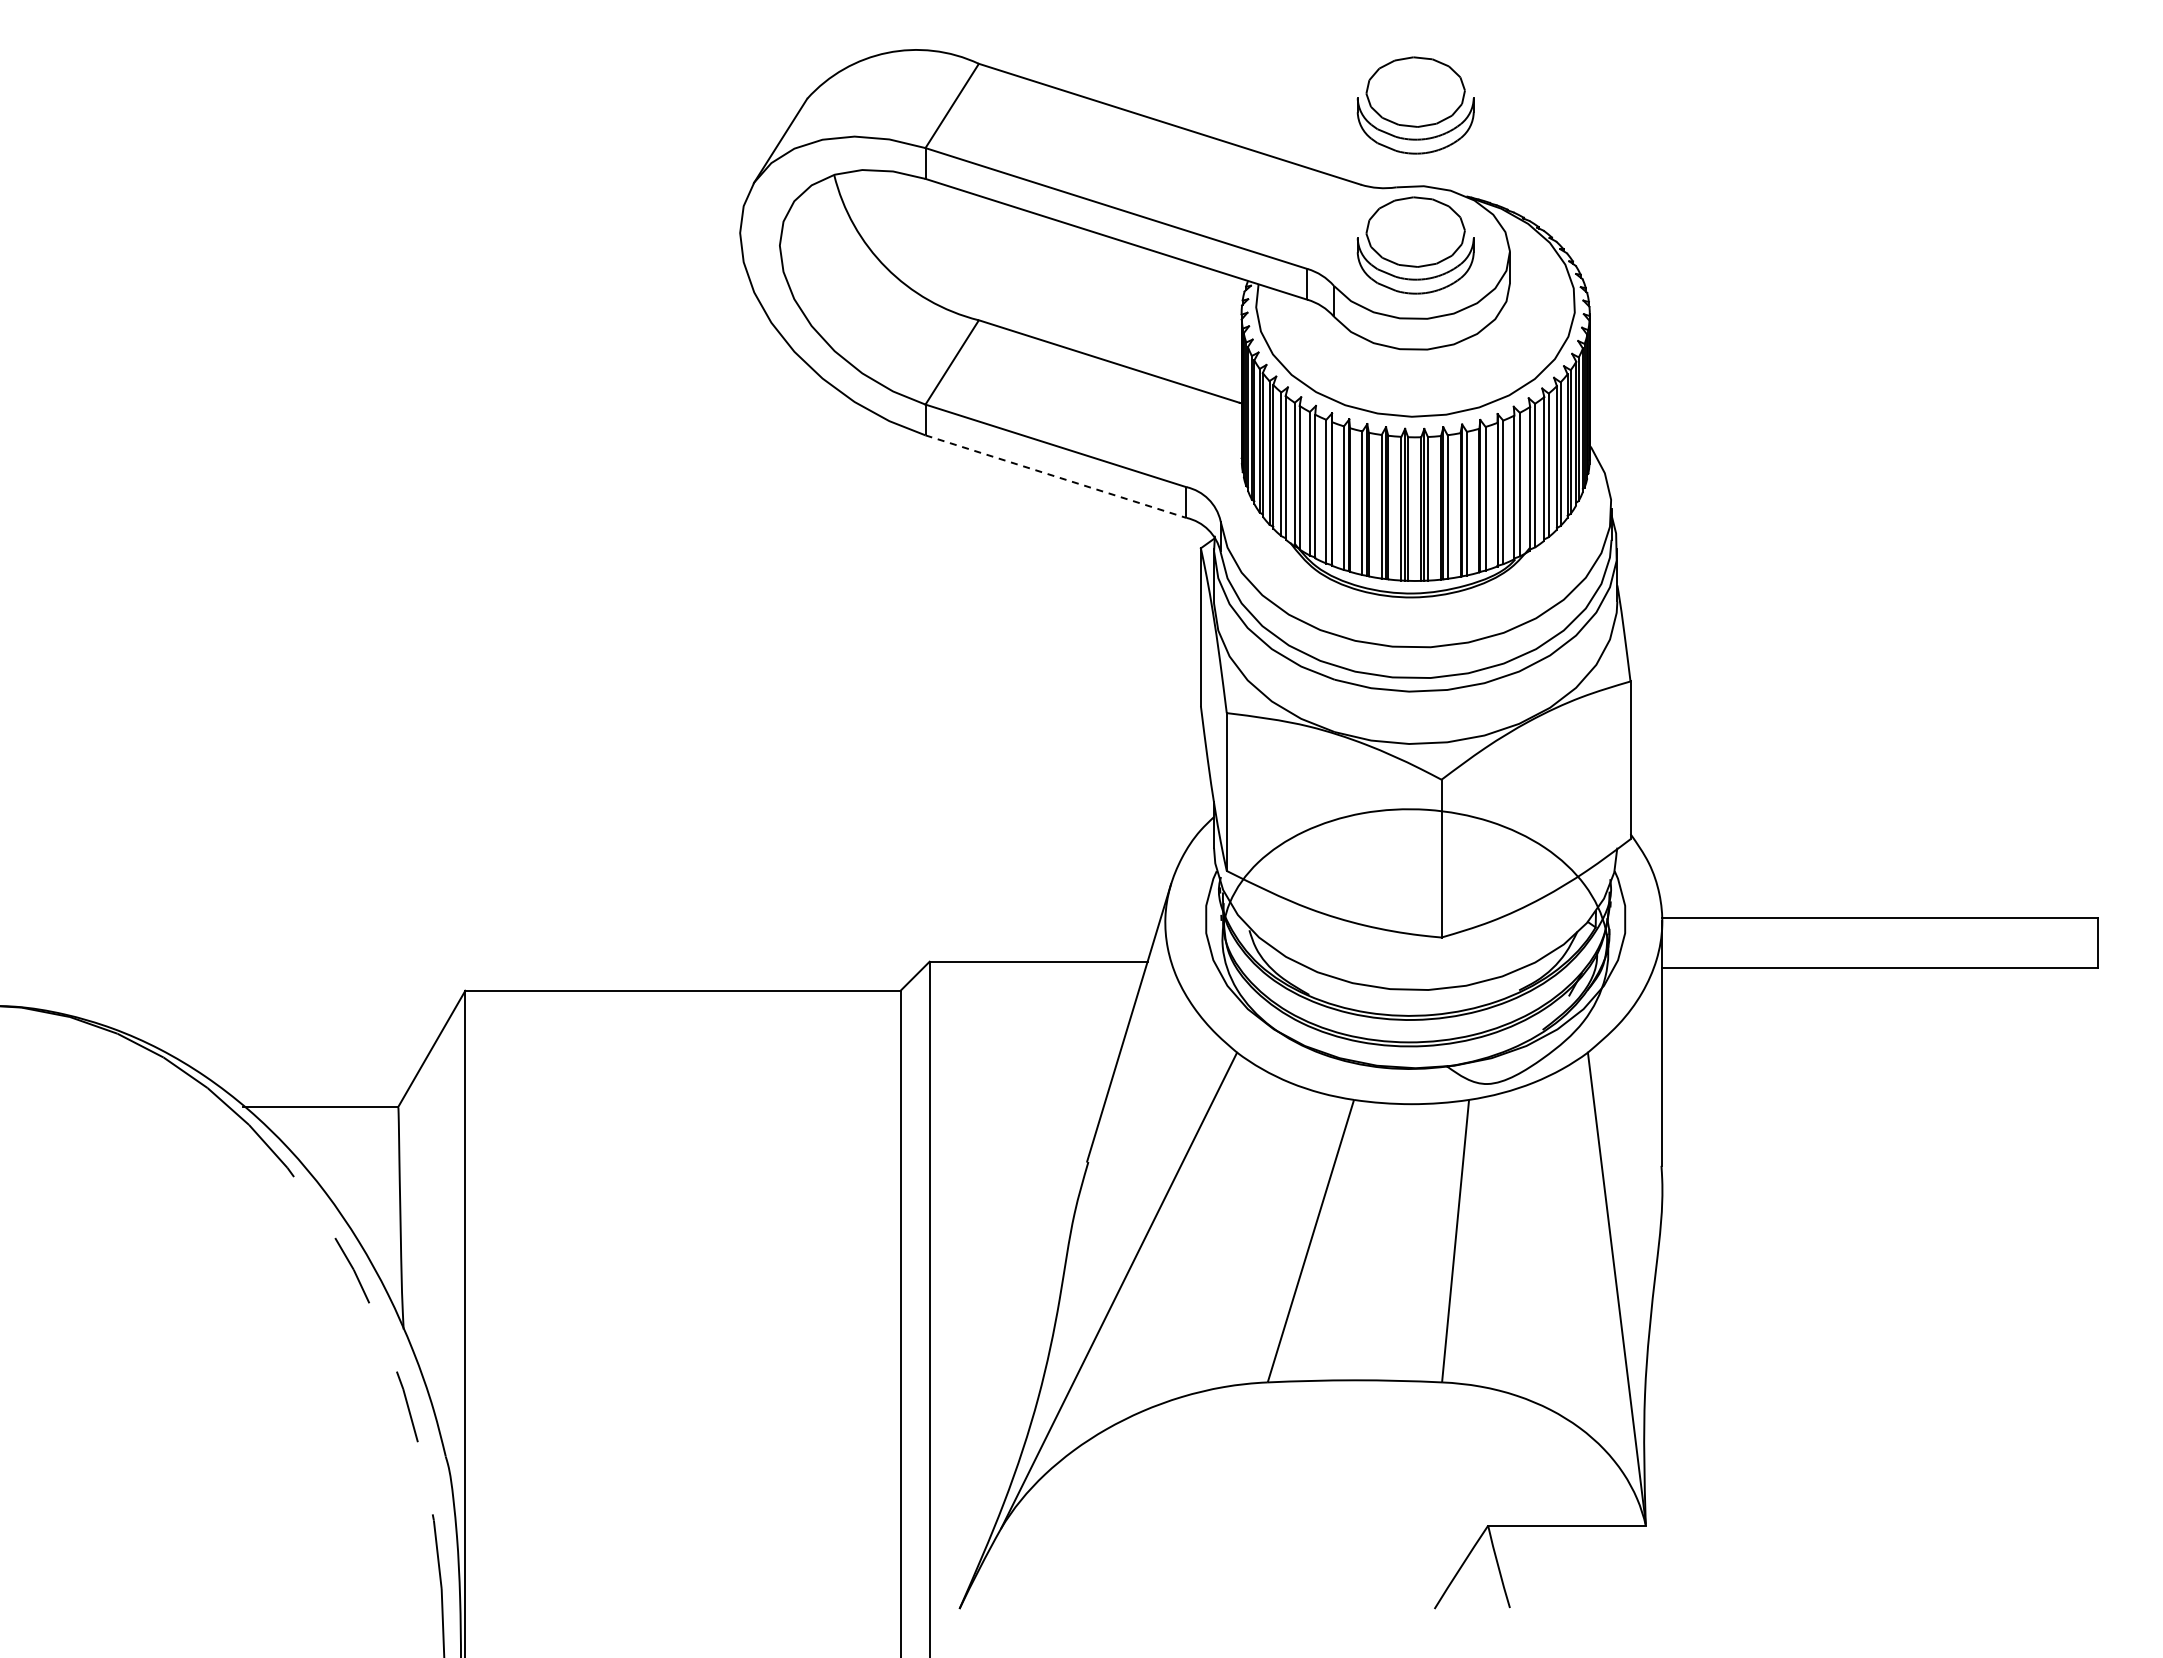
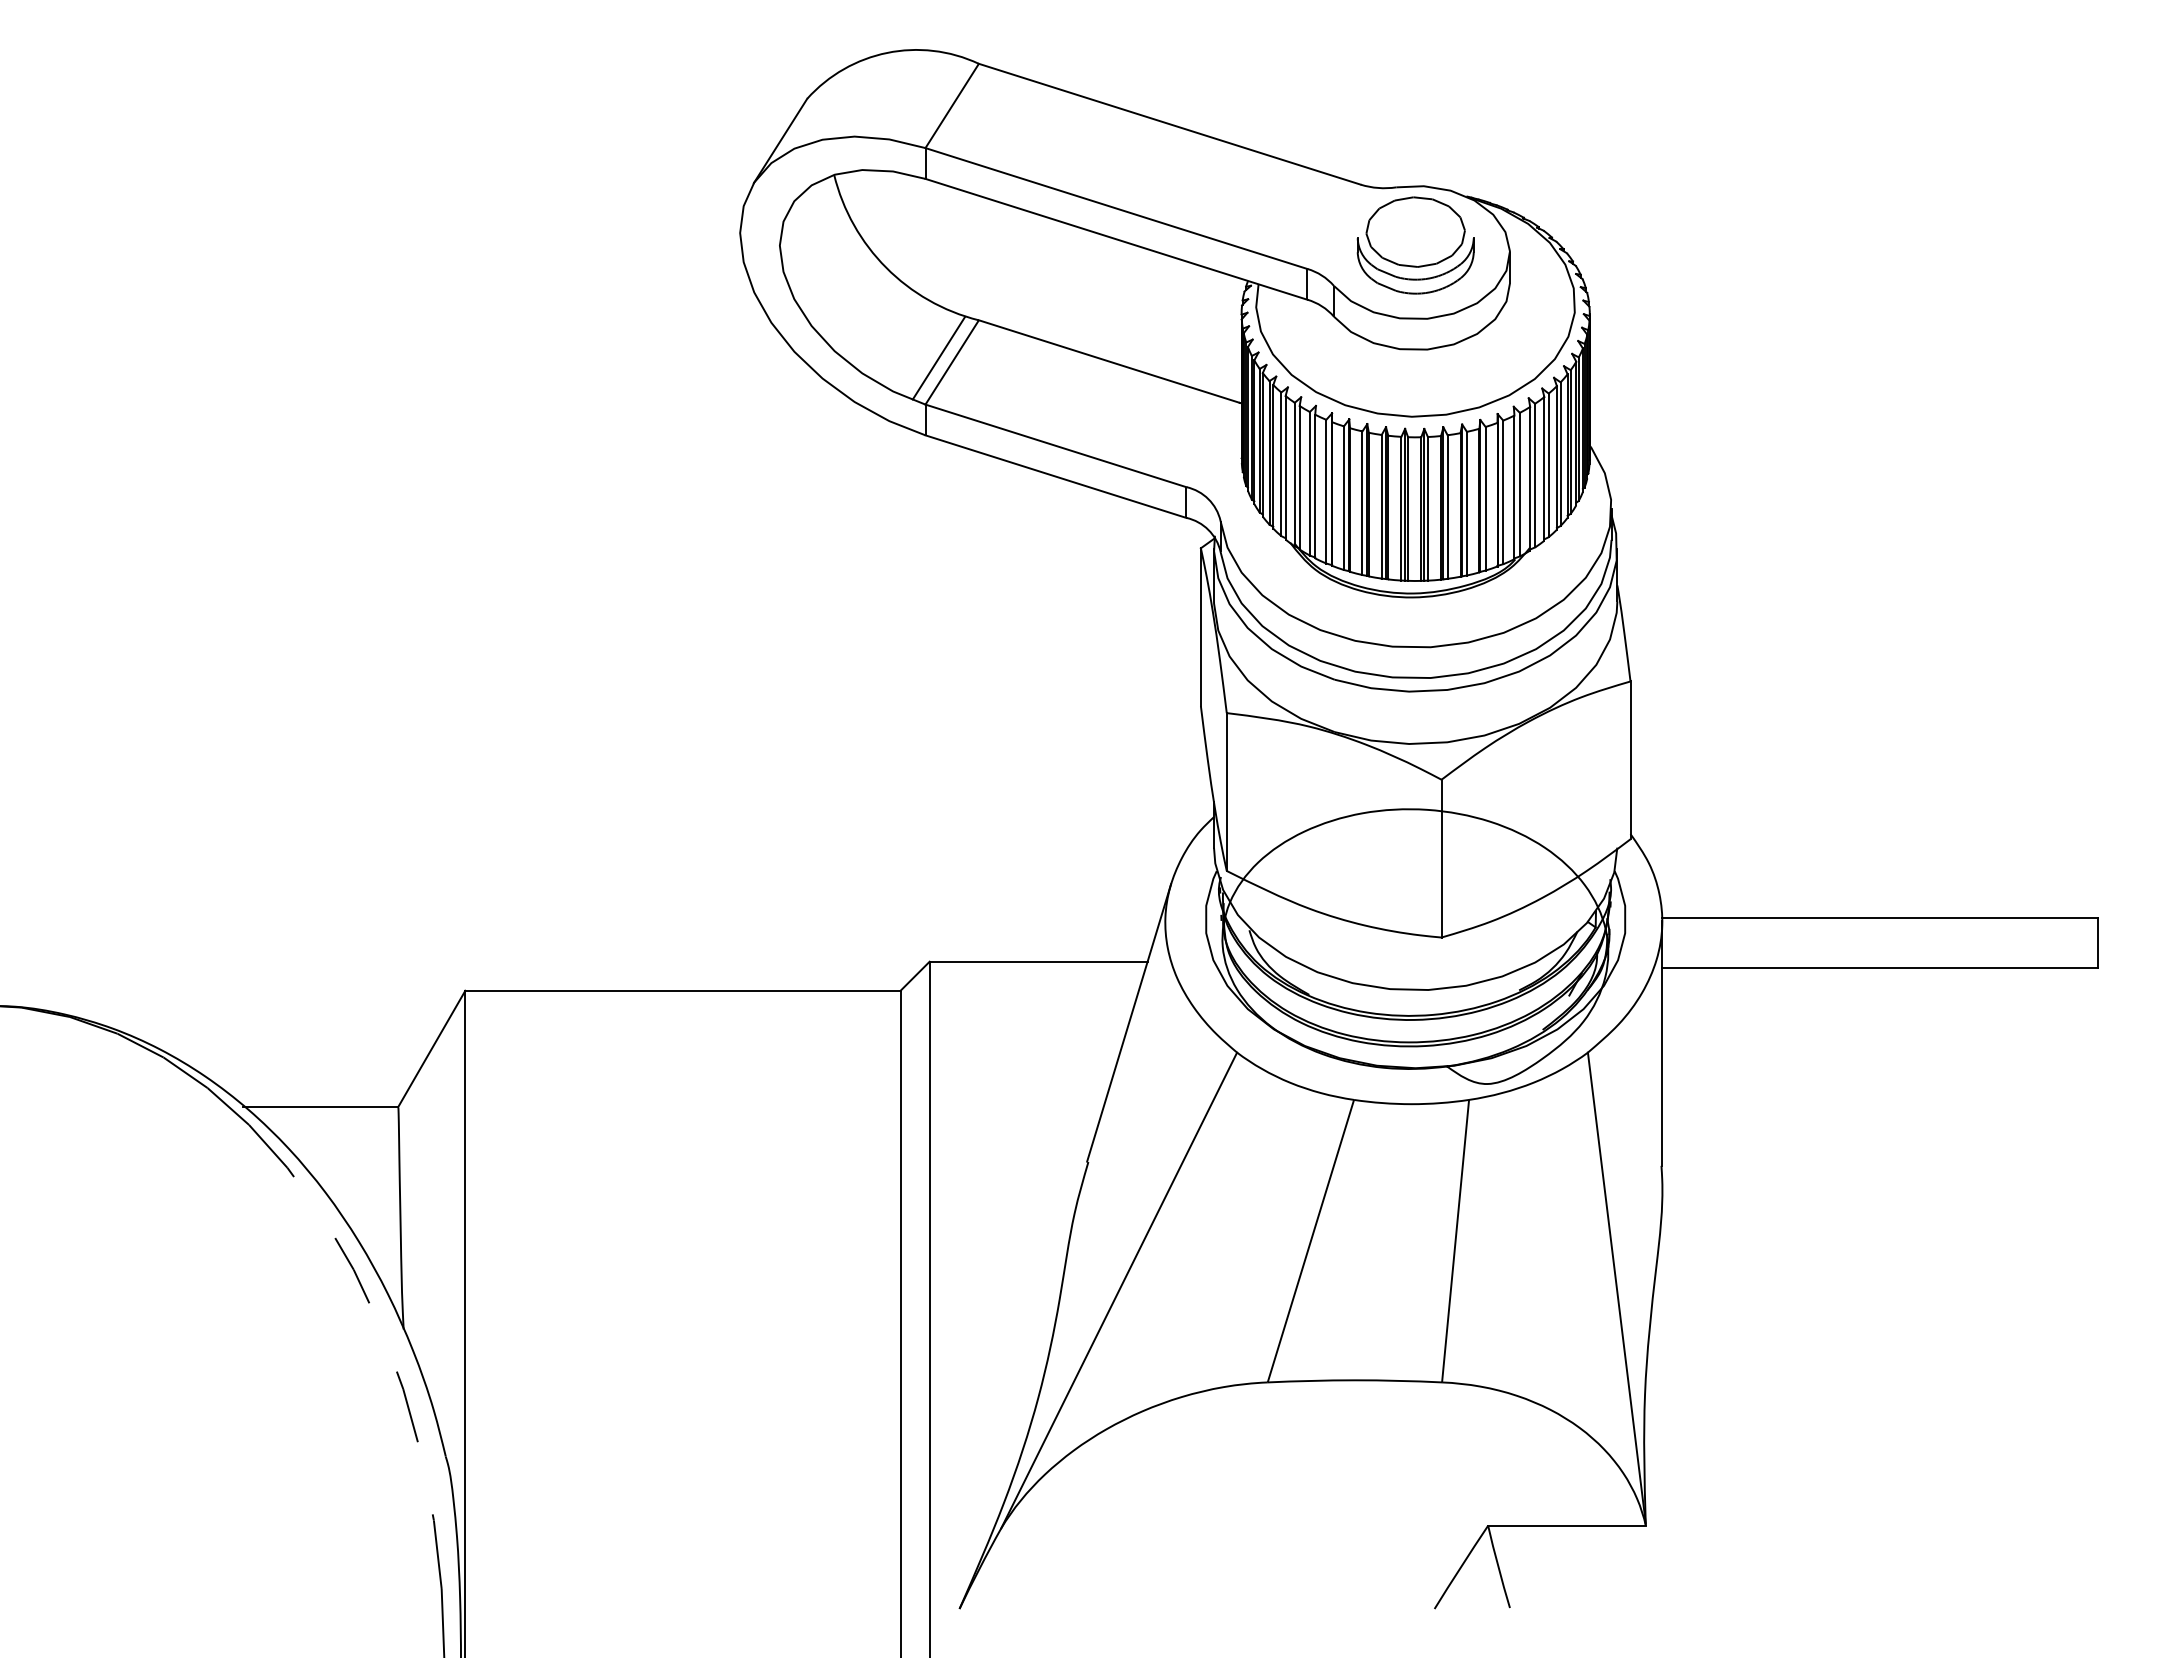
part at (1415, 105): present -> none
line at (938, 358): none -> present
line at (1055, 476): dashed -> solid
